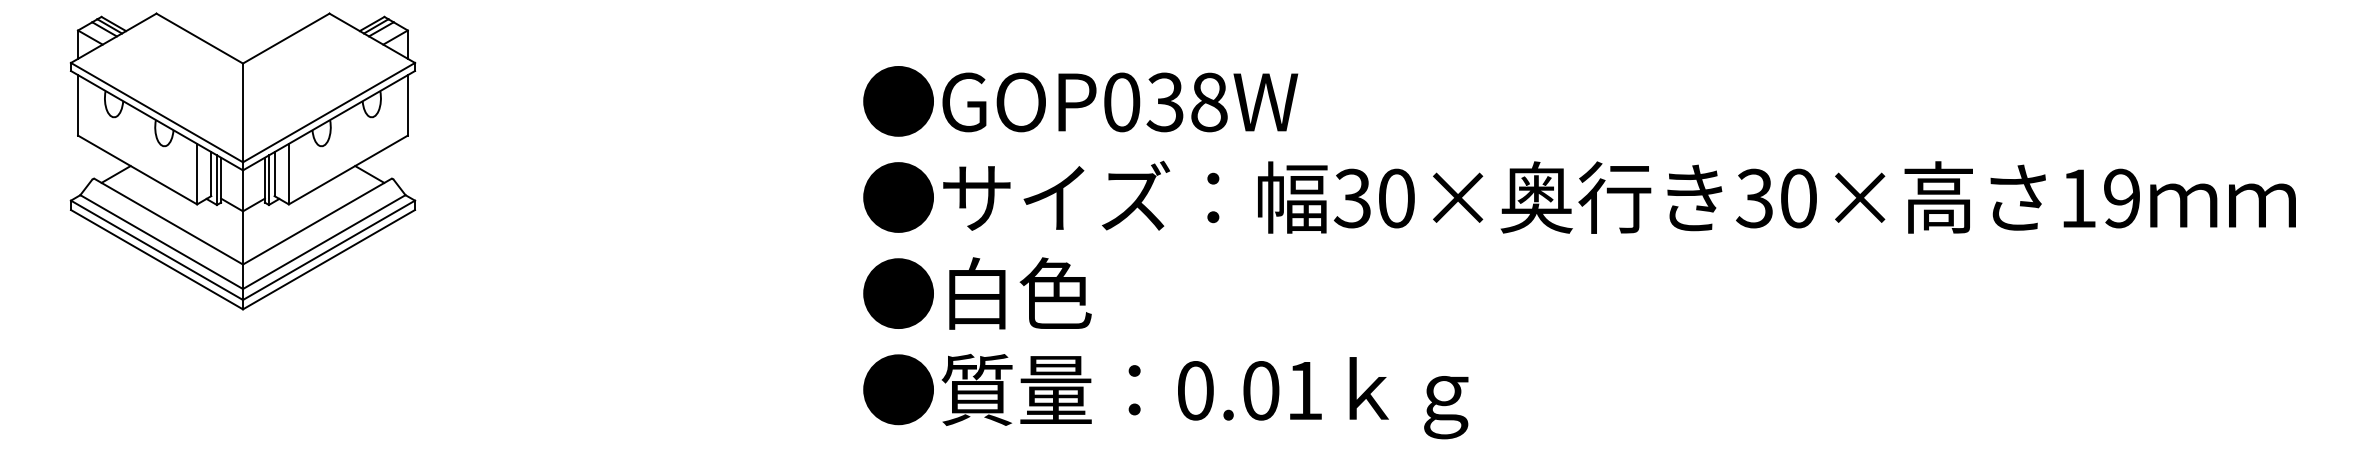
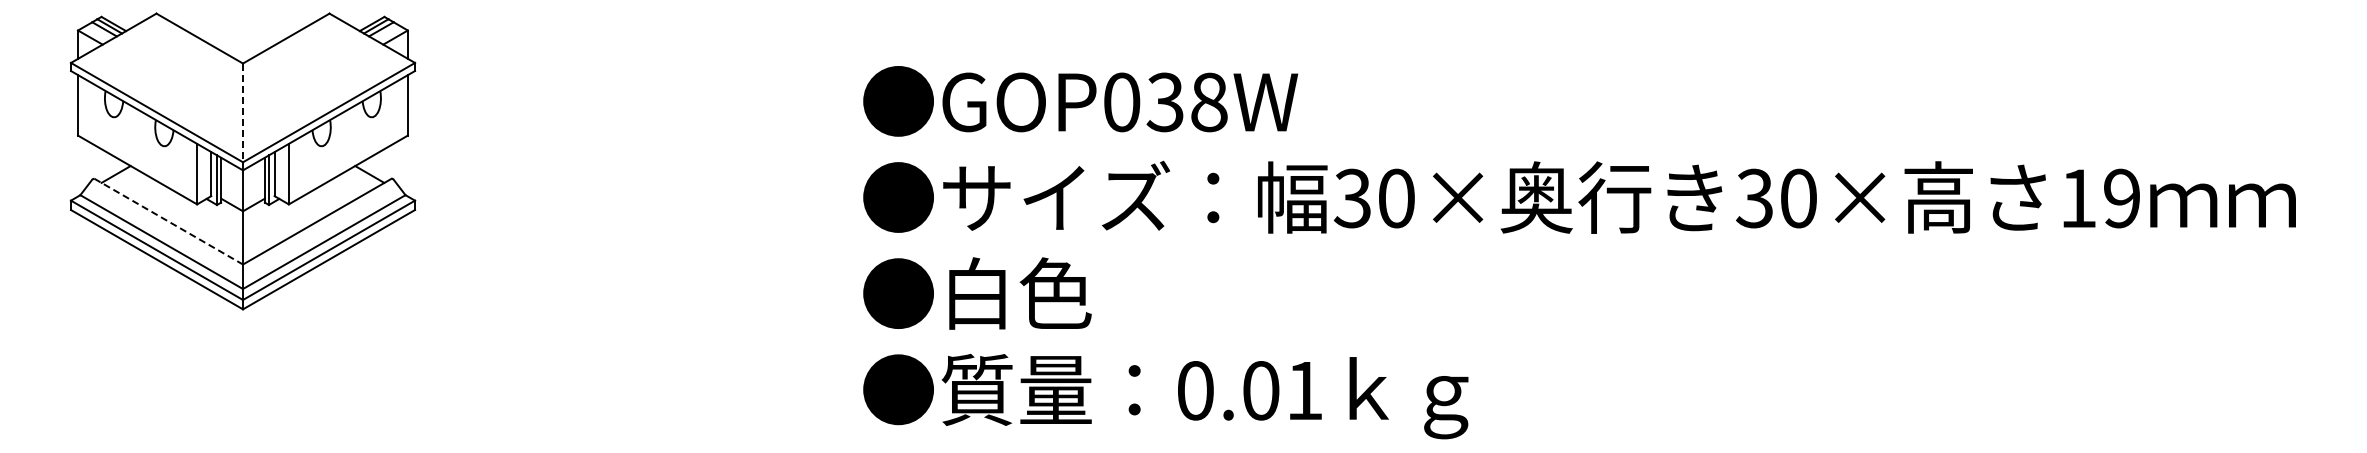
line at (243, 113): solid -> dashed
line at (168, 221): solid -> dashed
